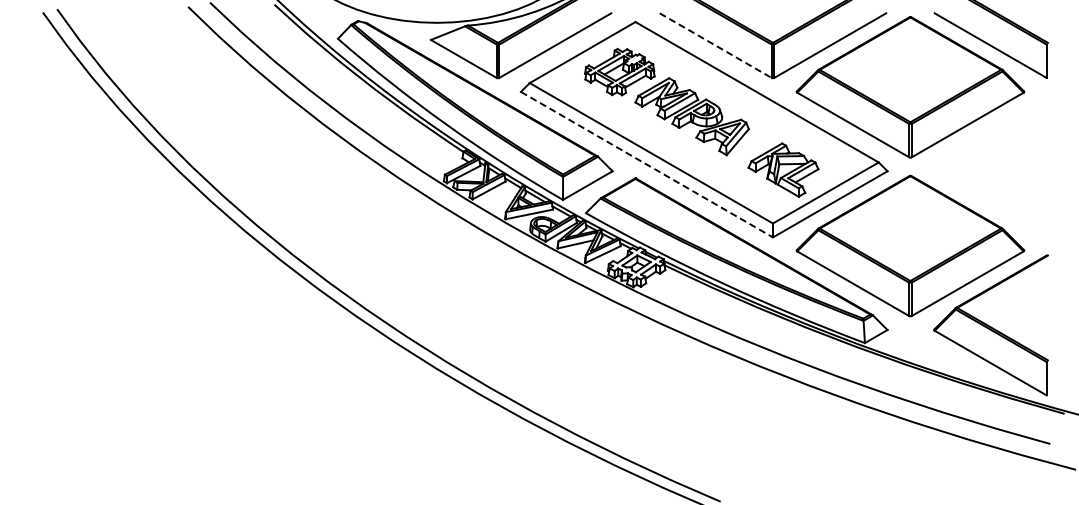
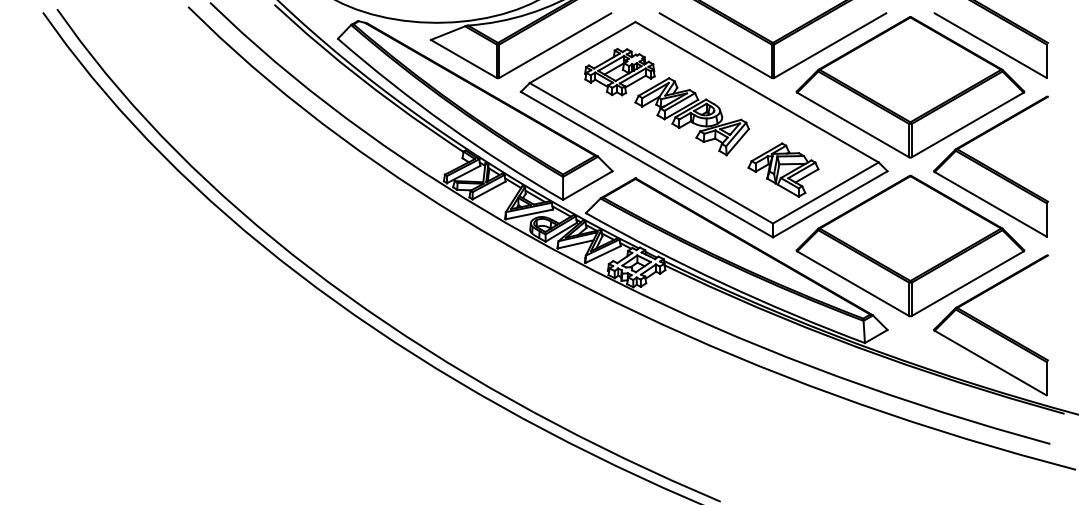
line at (715, 45): dashed -> solid
line at (646, 164): dashed -> solid
part at (990, 166): none -> present
